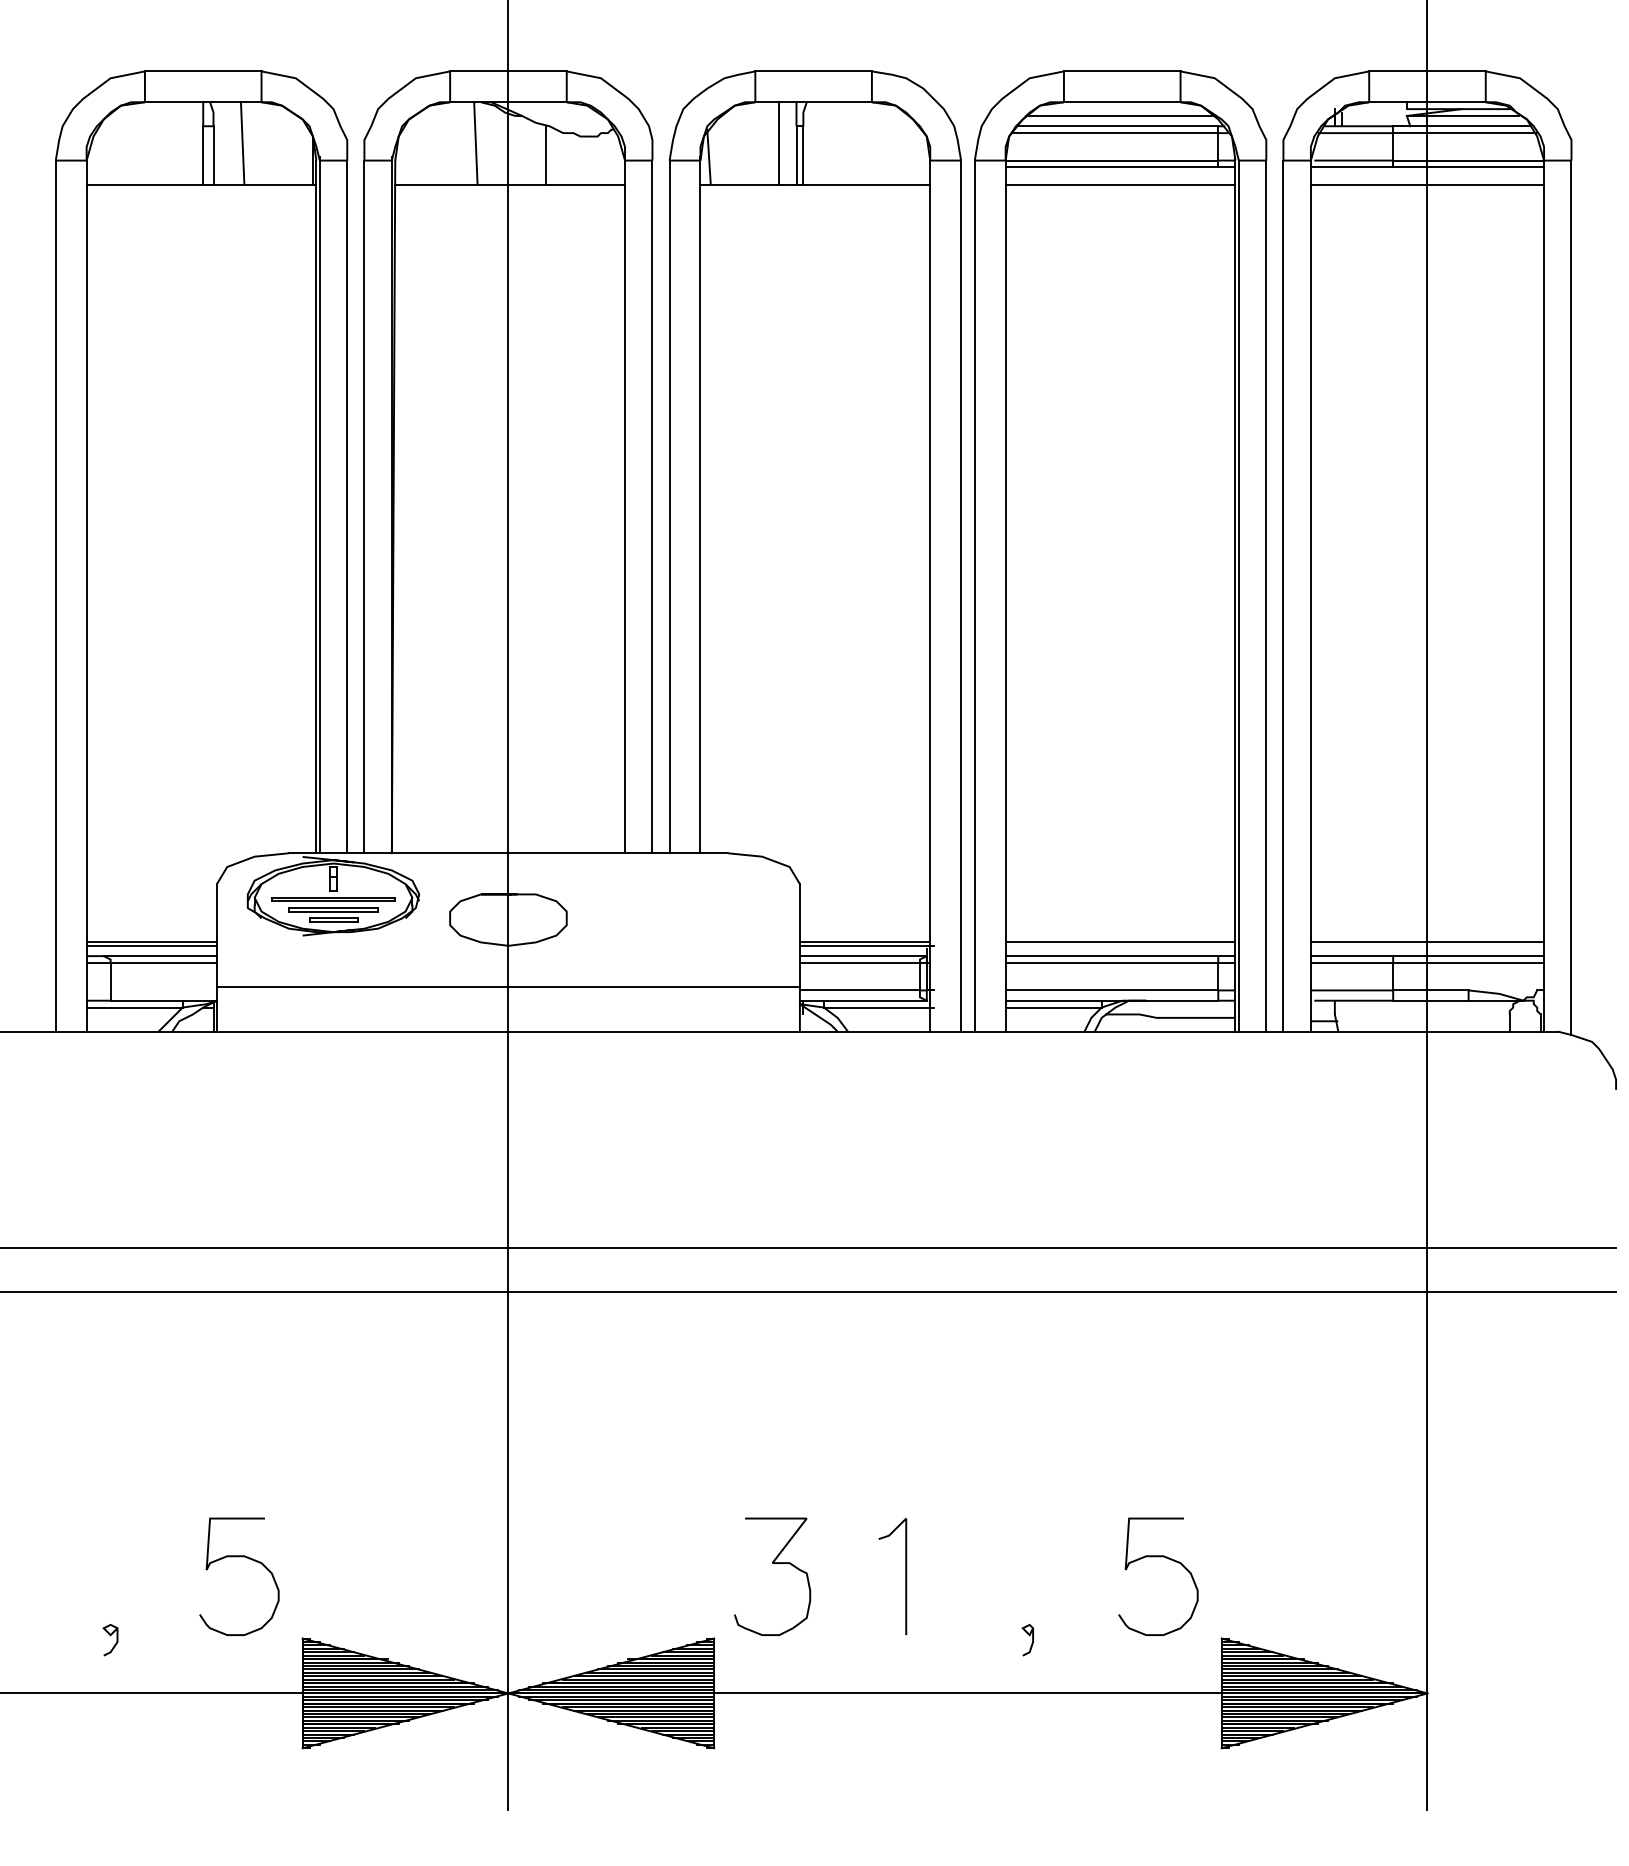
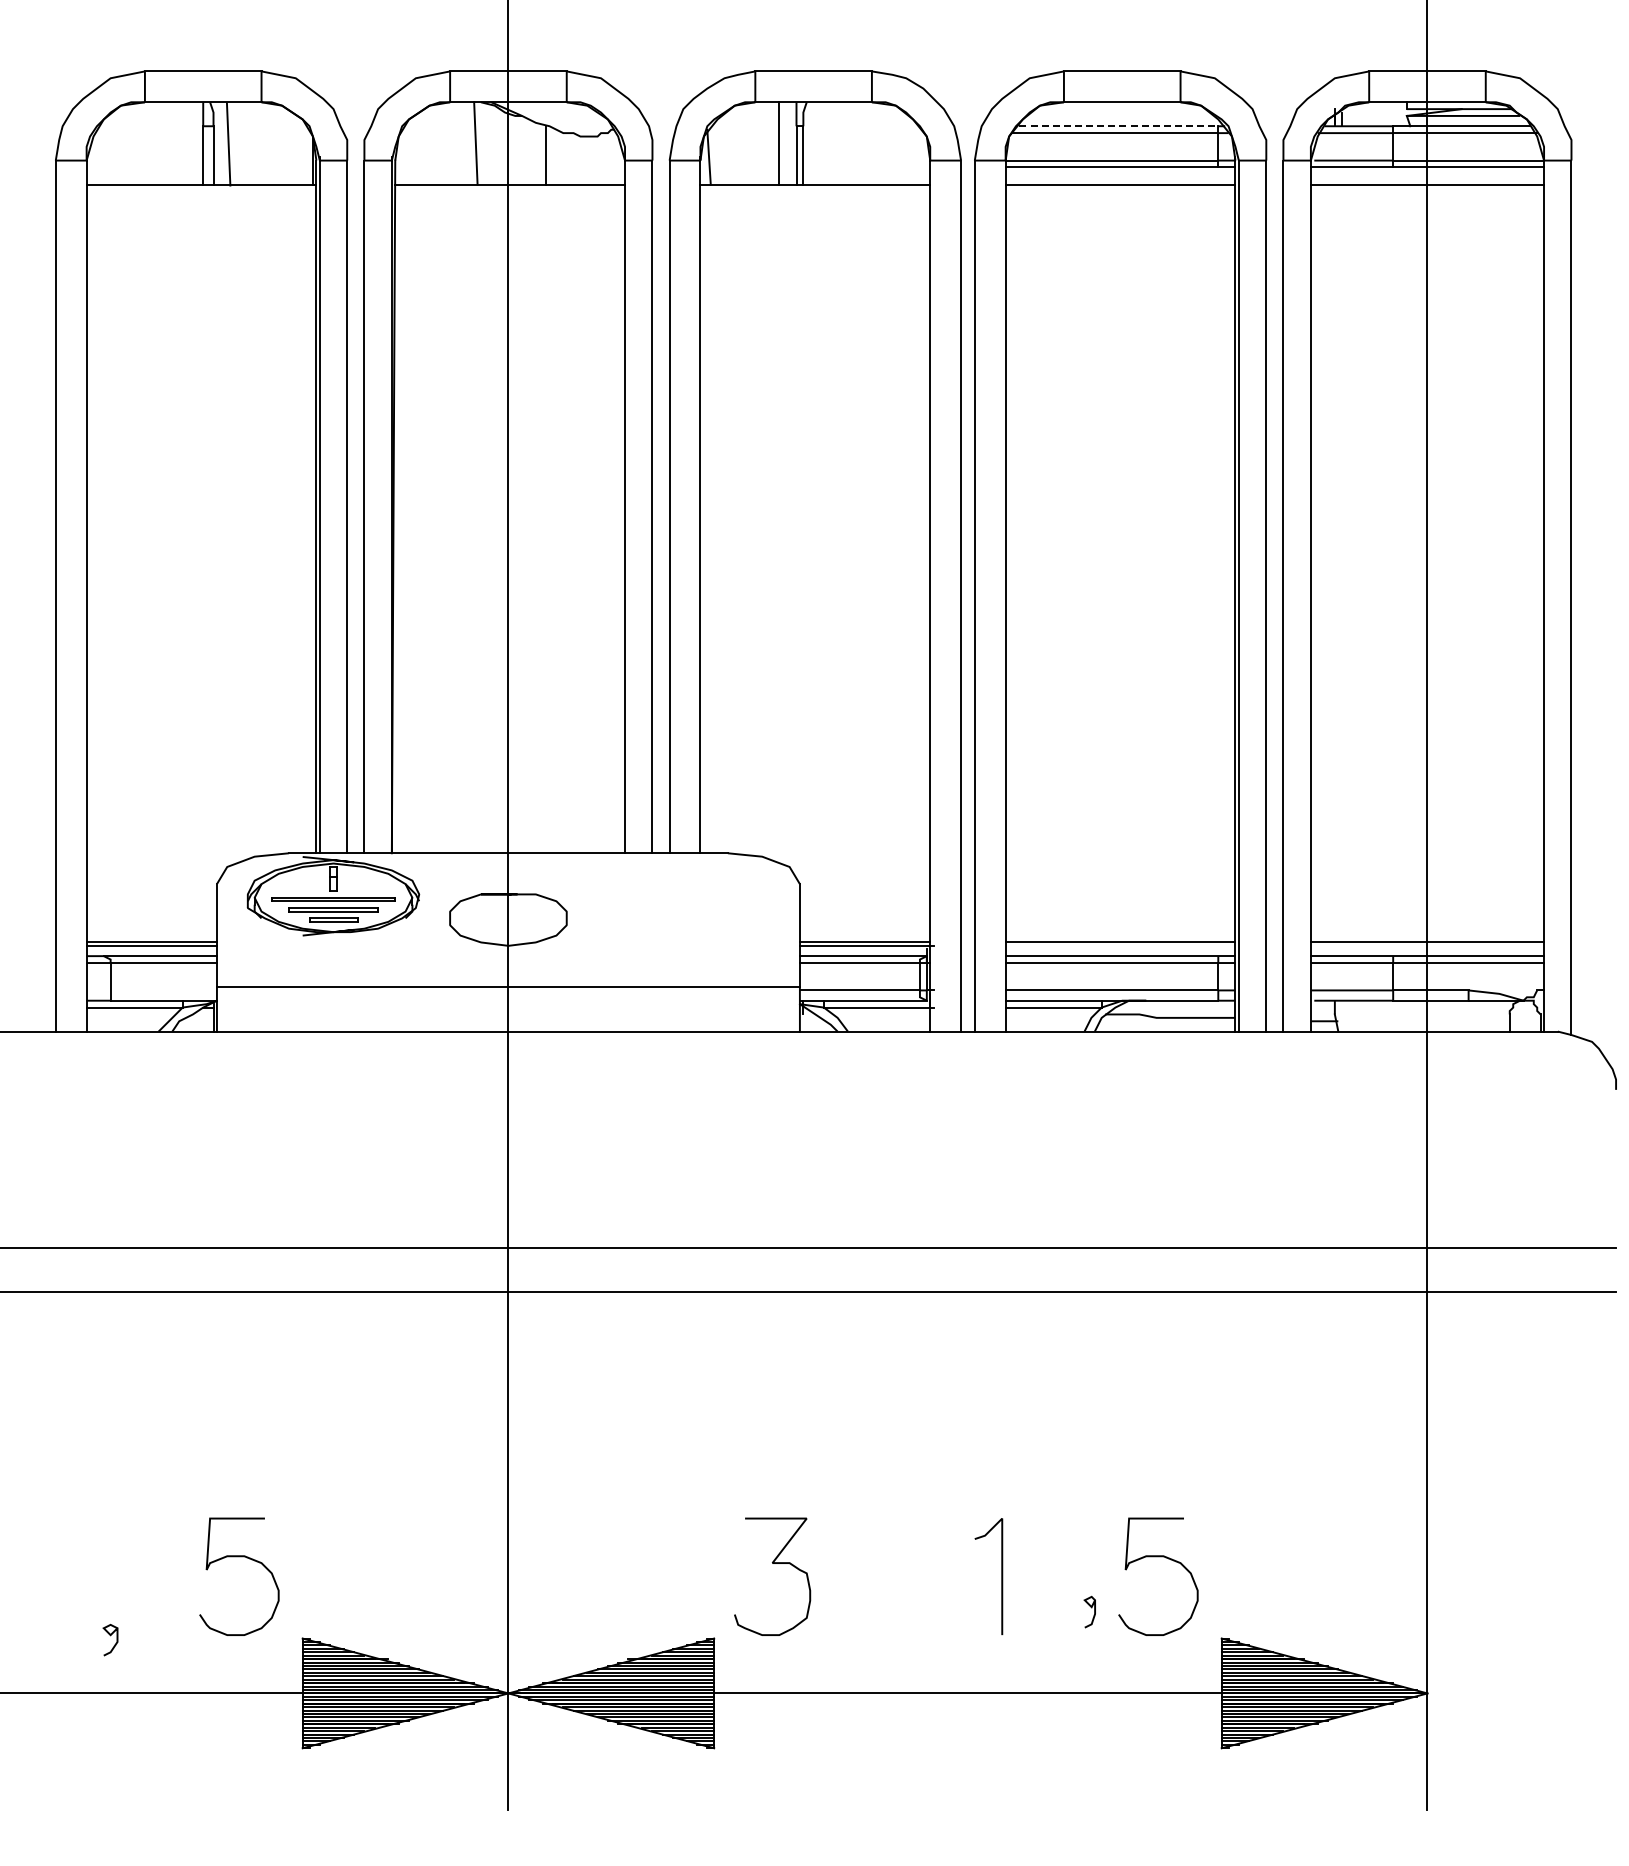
line at (1120, 115): present -> none
line at (1119, 126): solid -> dashed
line at (242, 143) position: (242, 143) -> (228, 144)
curve at (905, 1576) position: (905, 1576) -> (1001, 1576)
curve at (1029, 1636) position: (1029, 1636) -> (1091, 1608)
